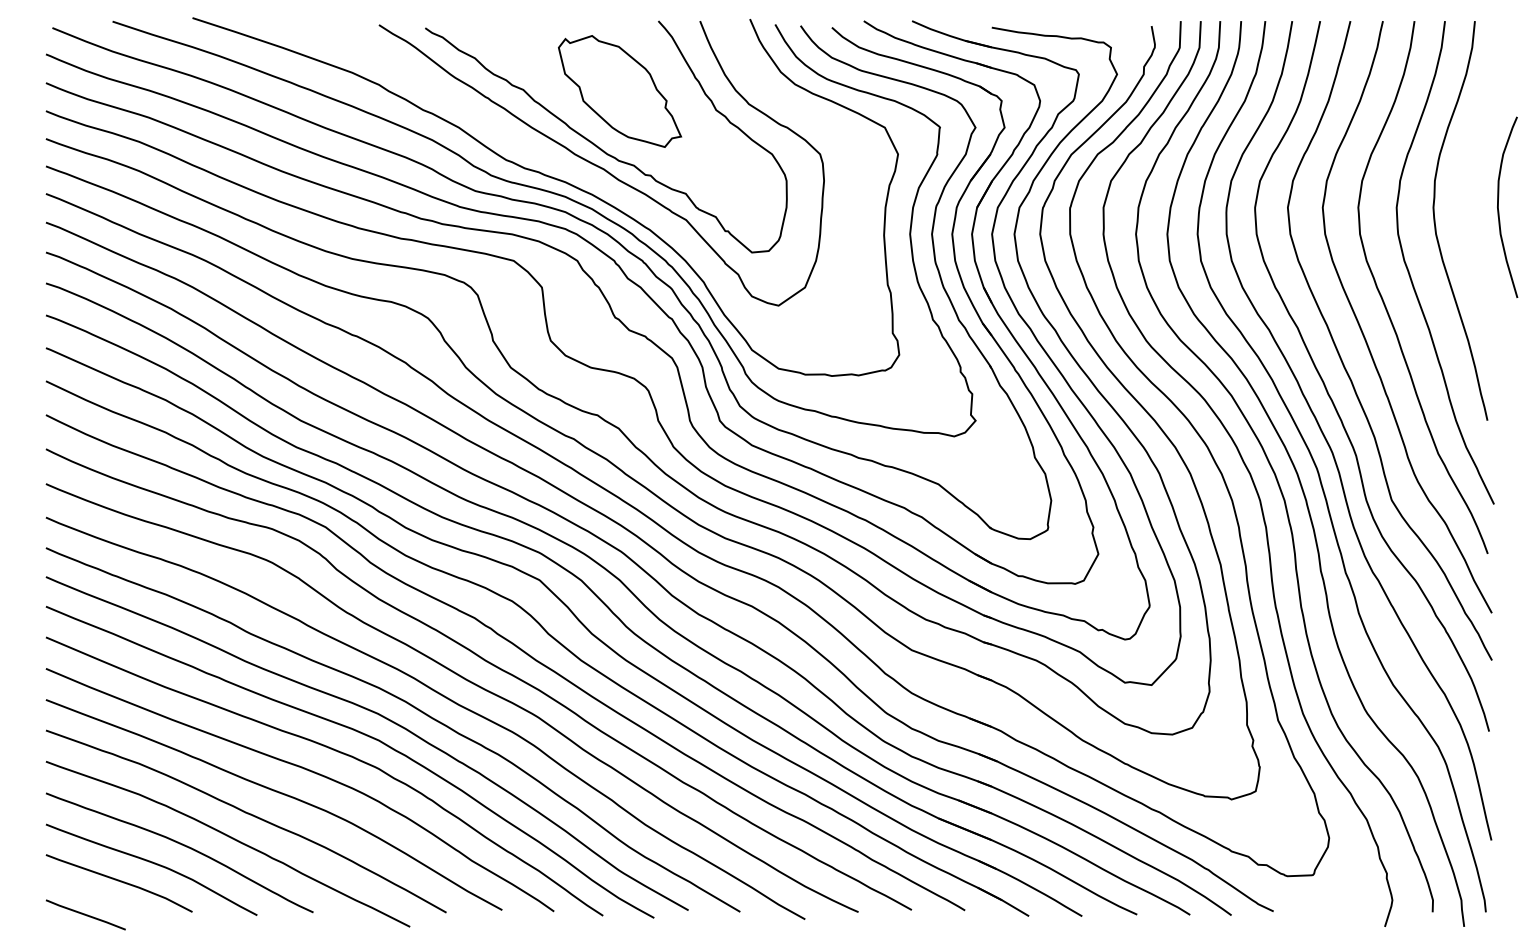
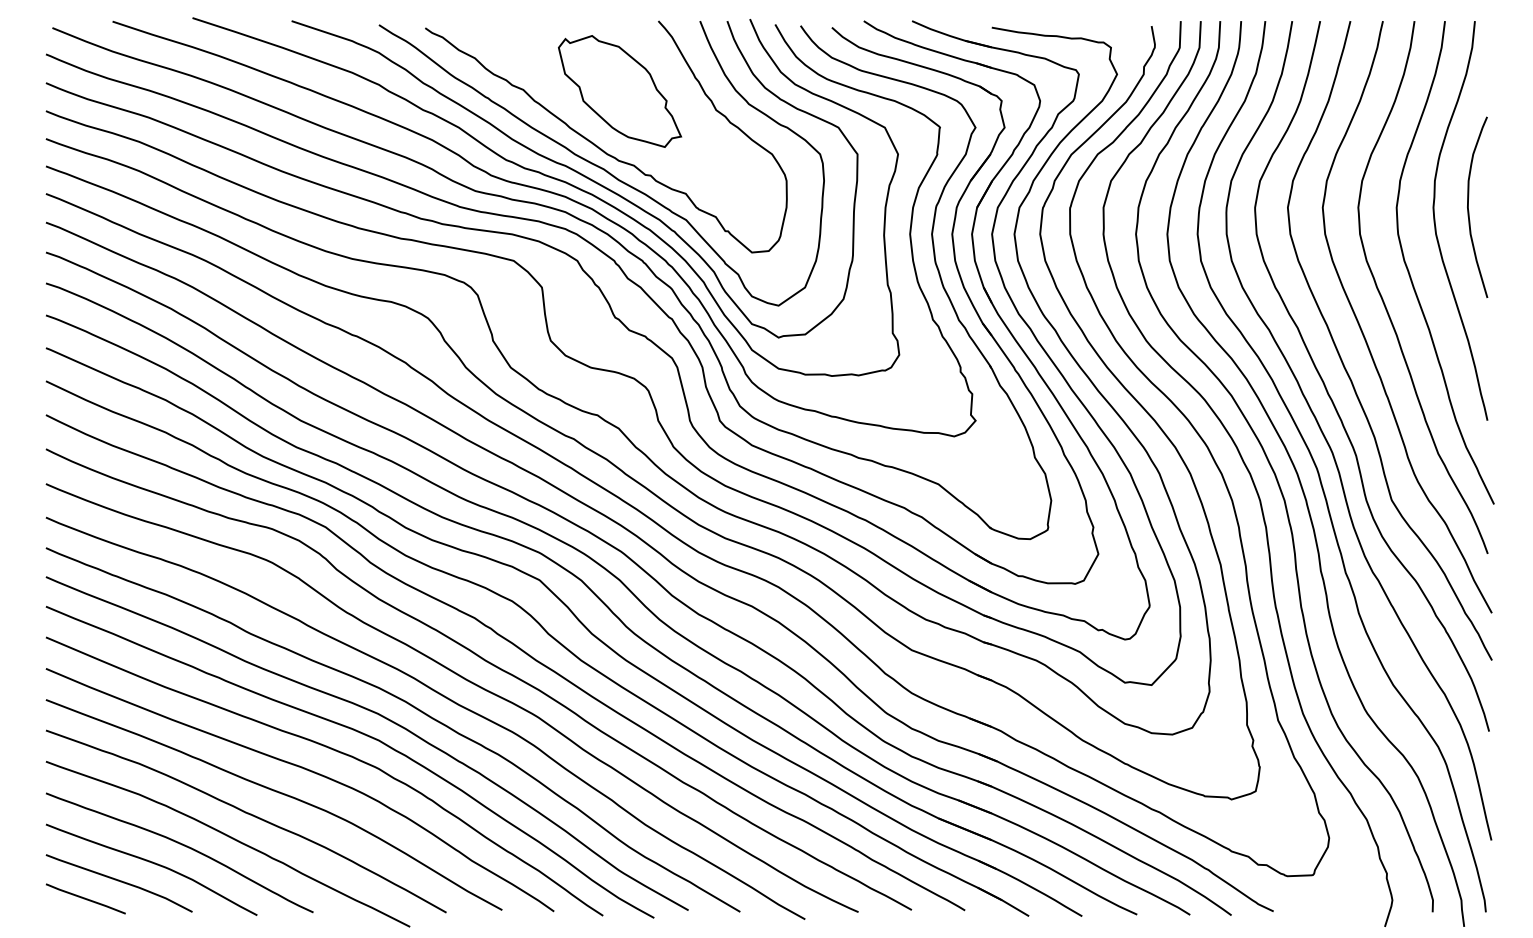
curve at (577, 173): none -> present
curve at (1499, 210) position: (1499, 210) -> (1469, 210)
line at (85, 914) position: (85, 914) -> (85, 898)
